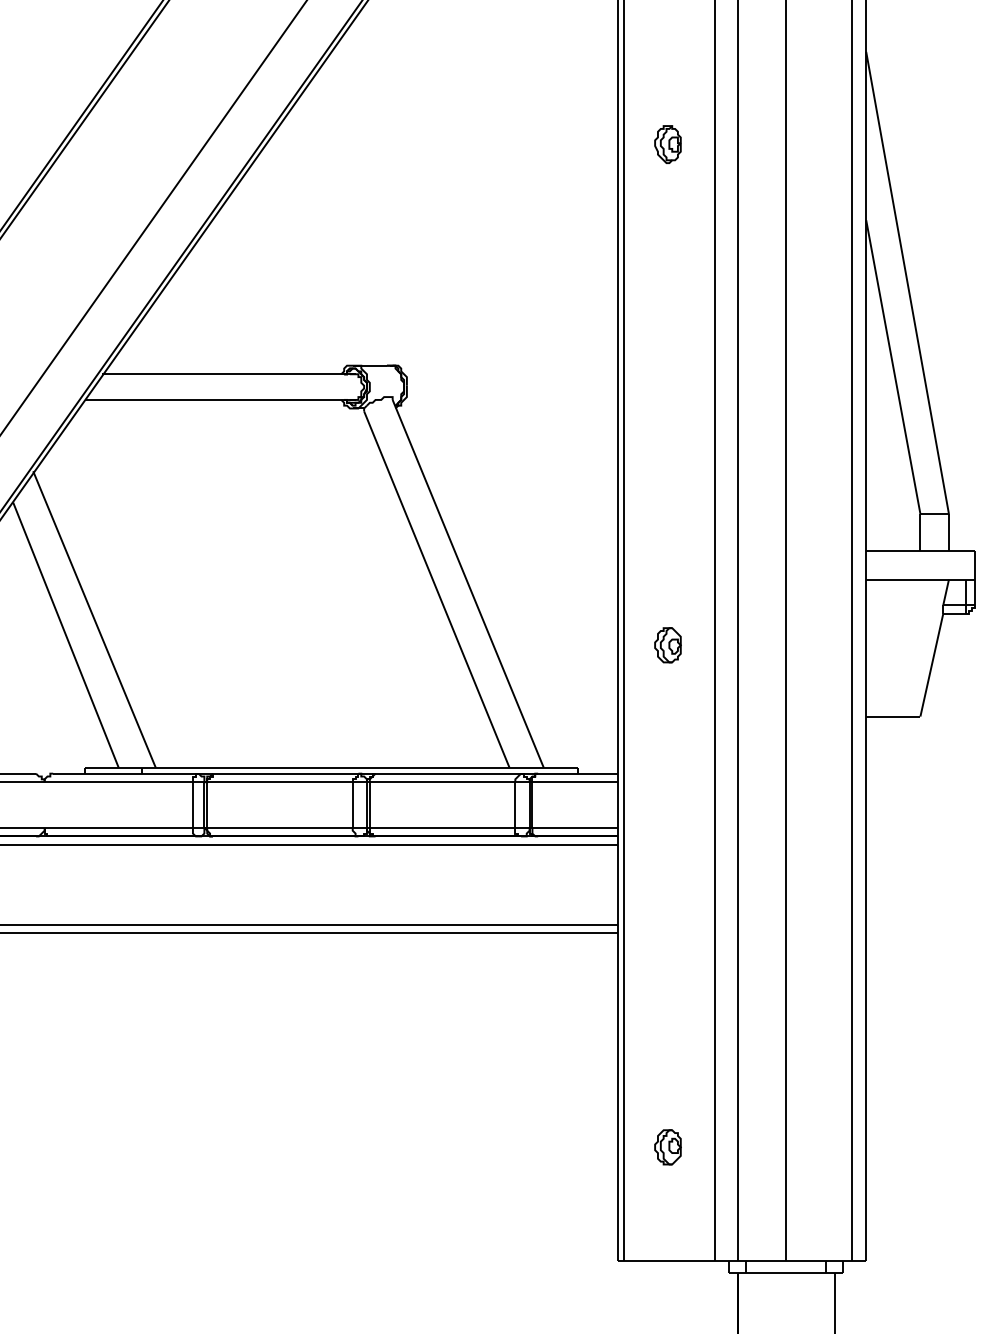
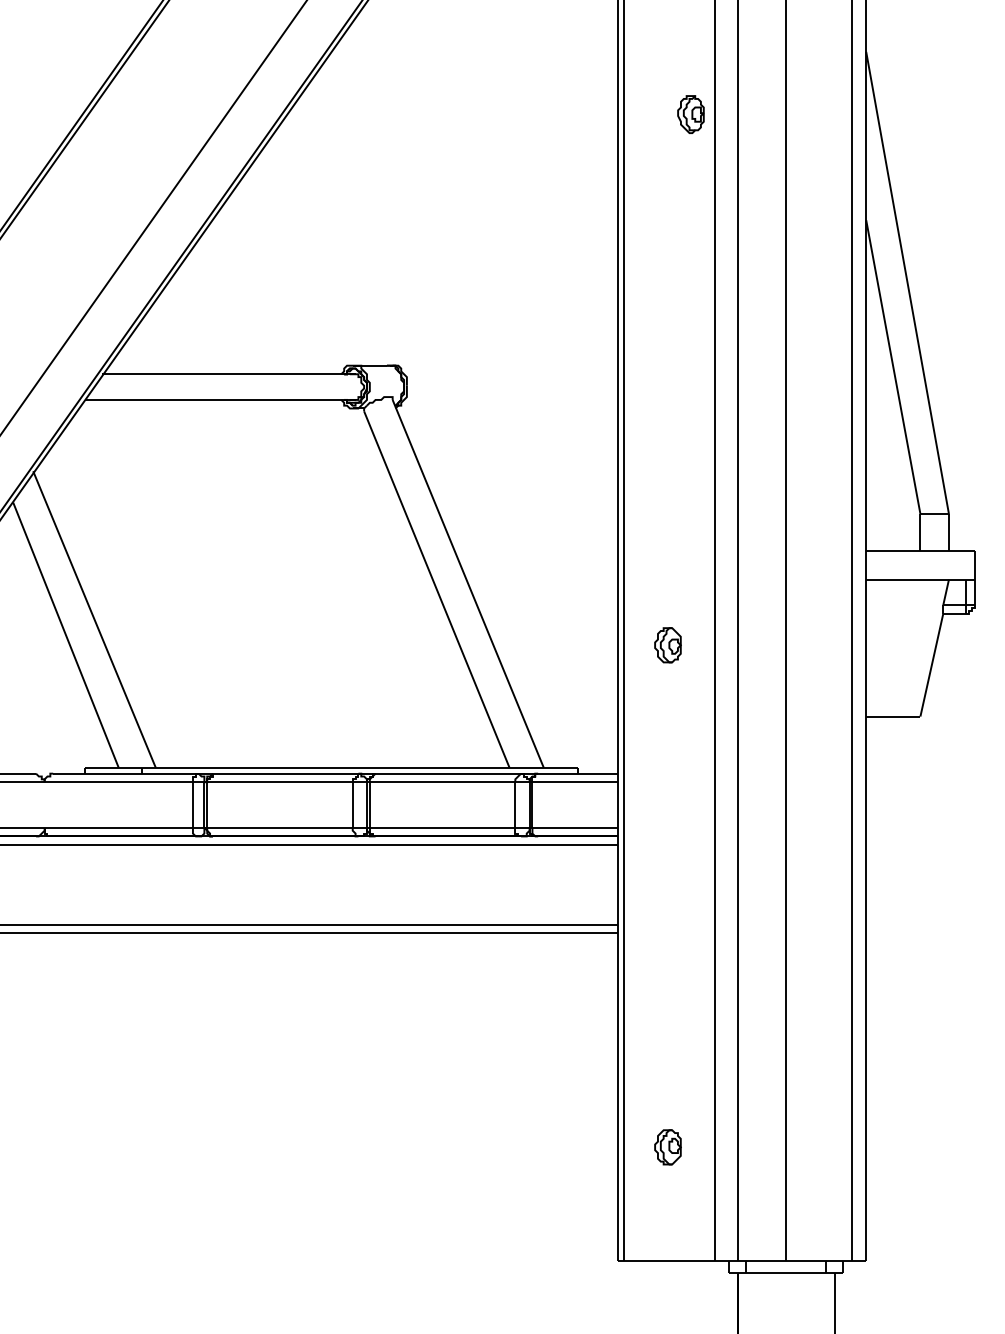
part at (667, 144) position: (667, 144) -> (690, 114)
